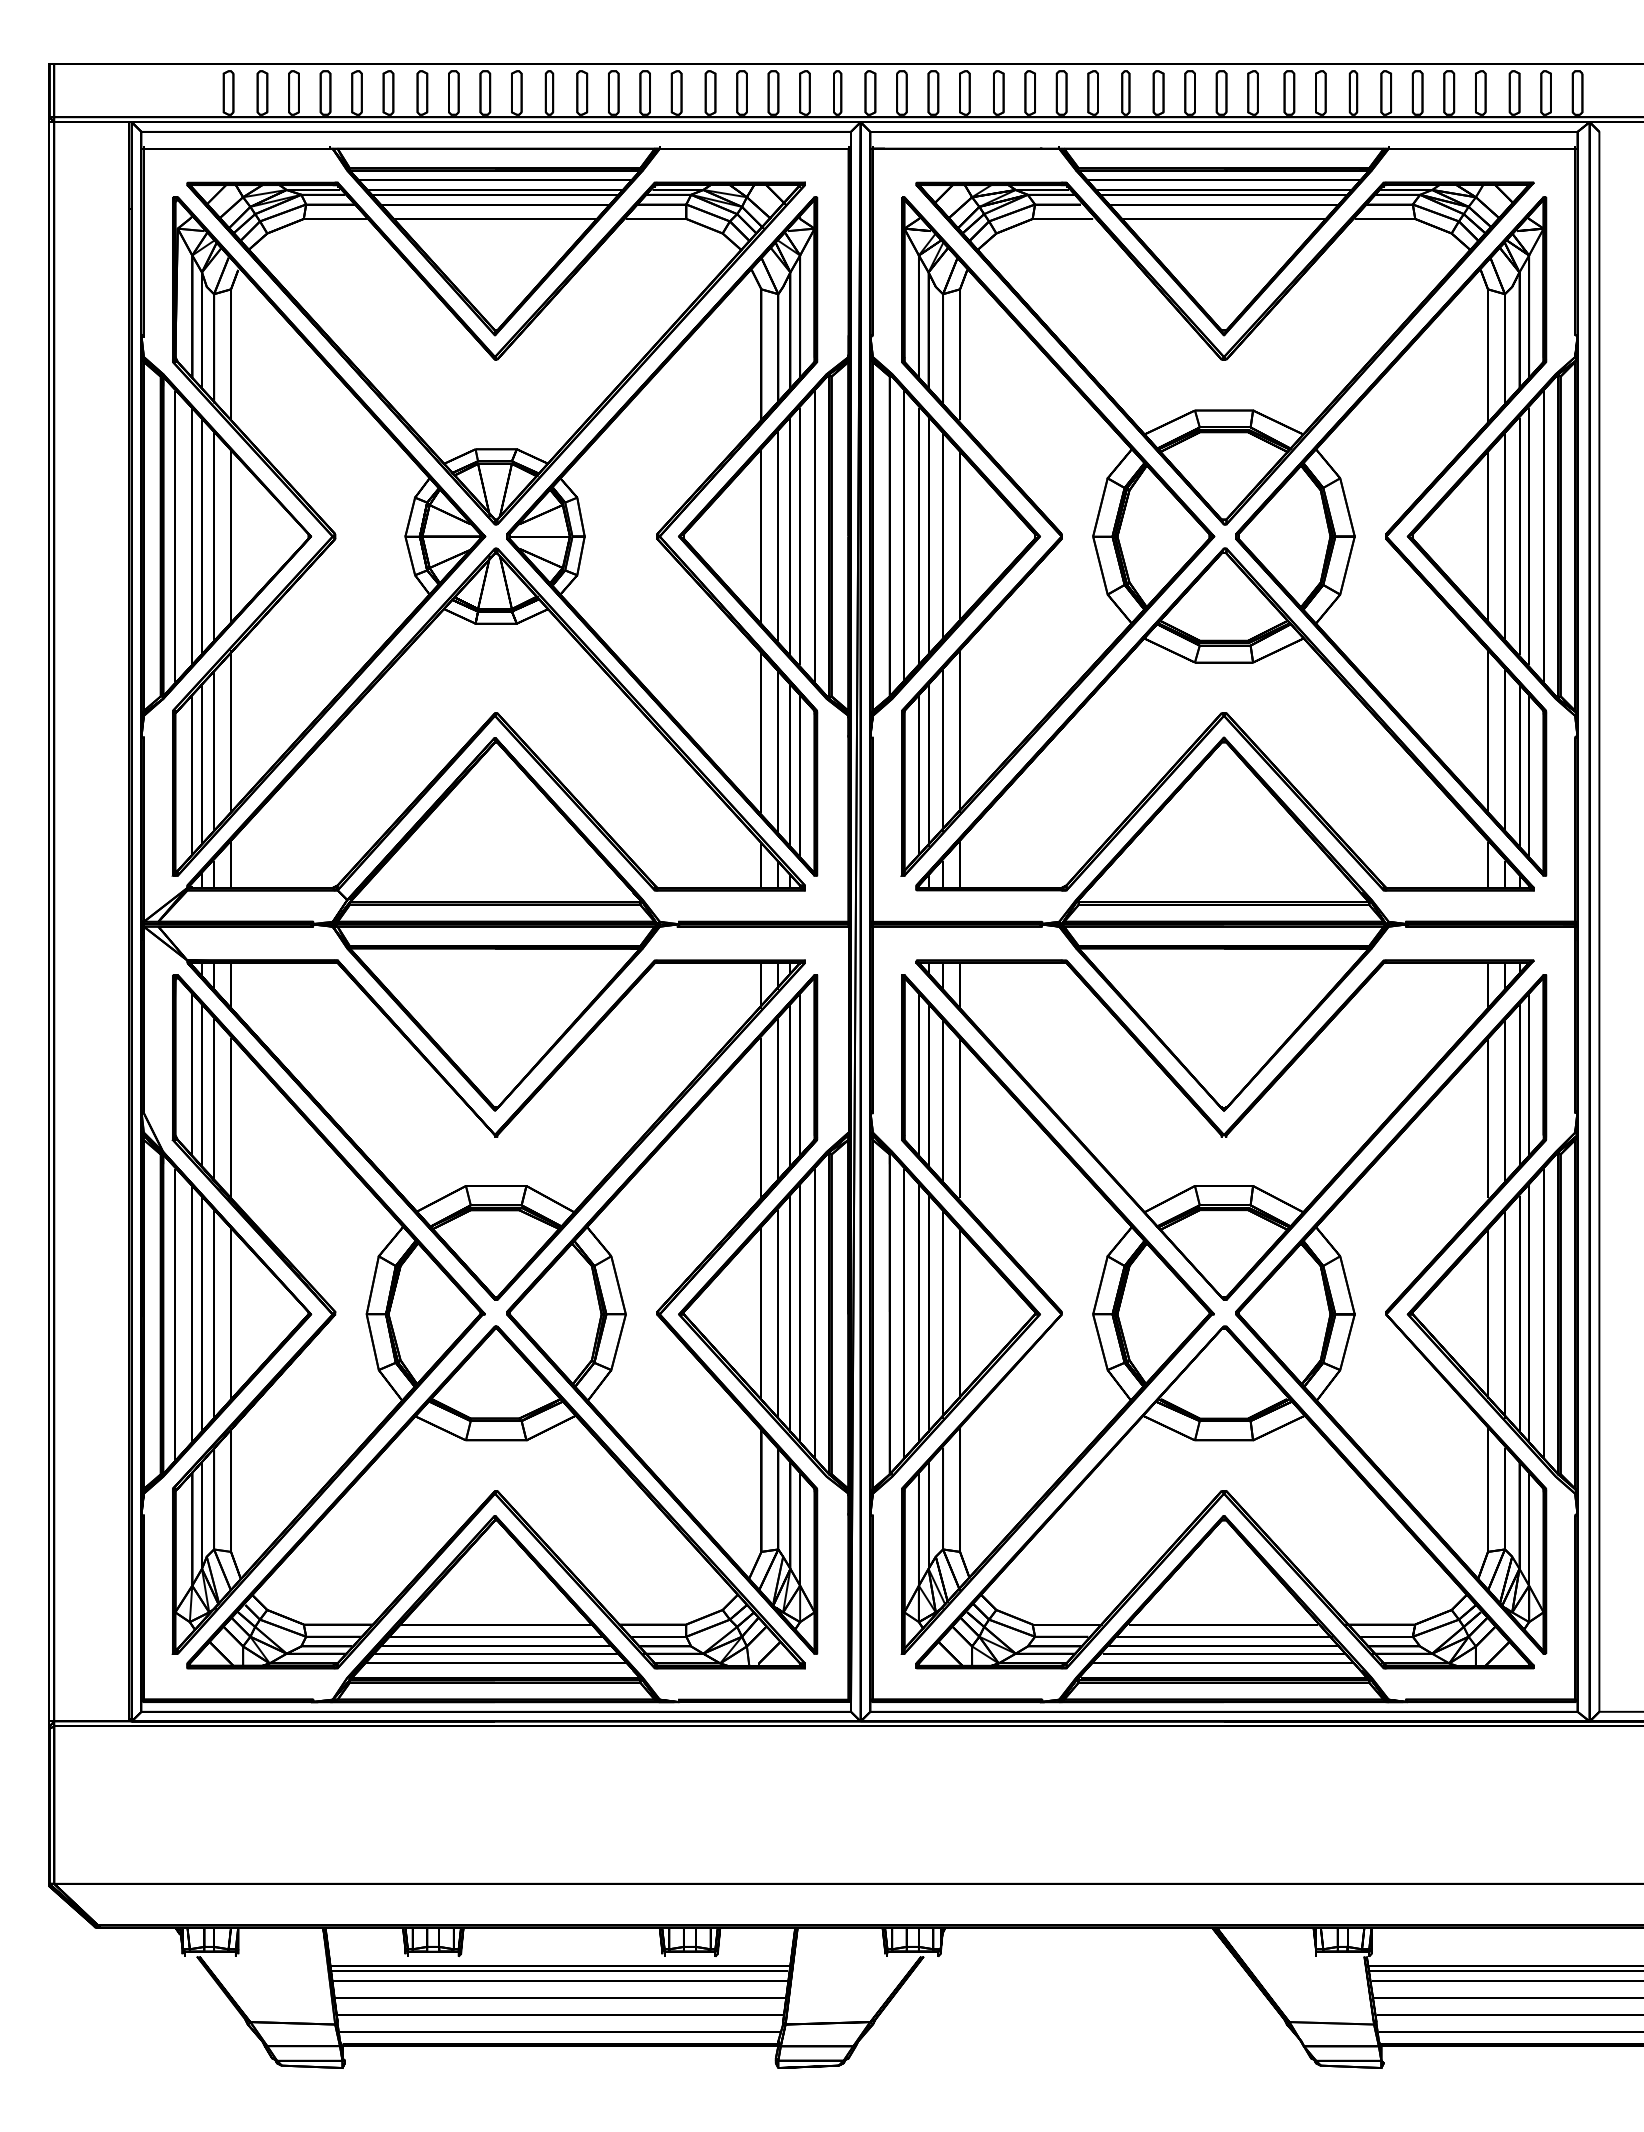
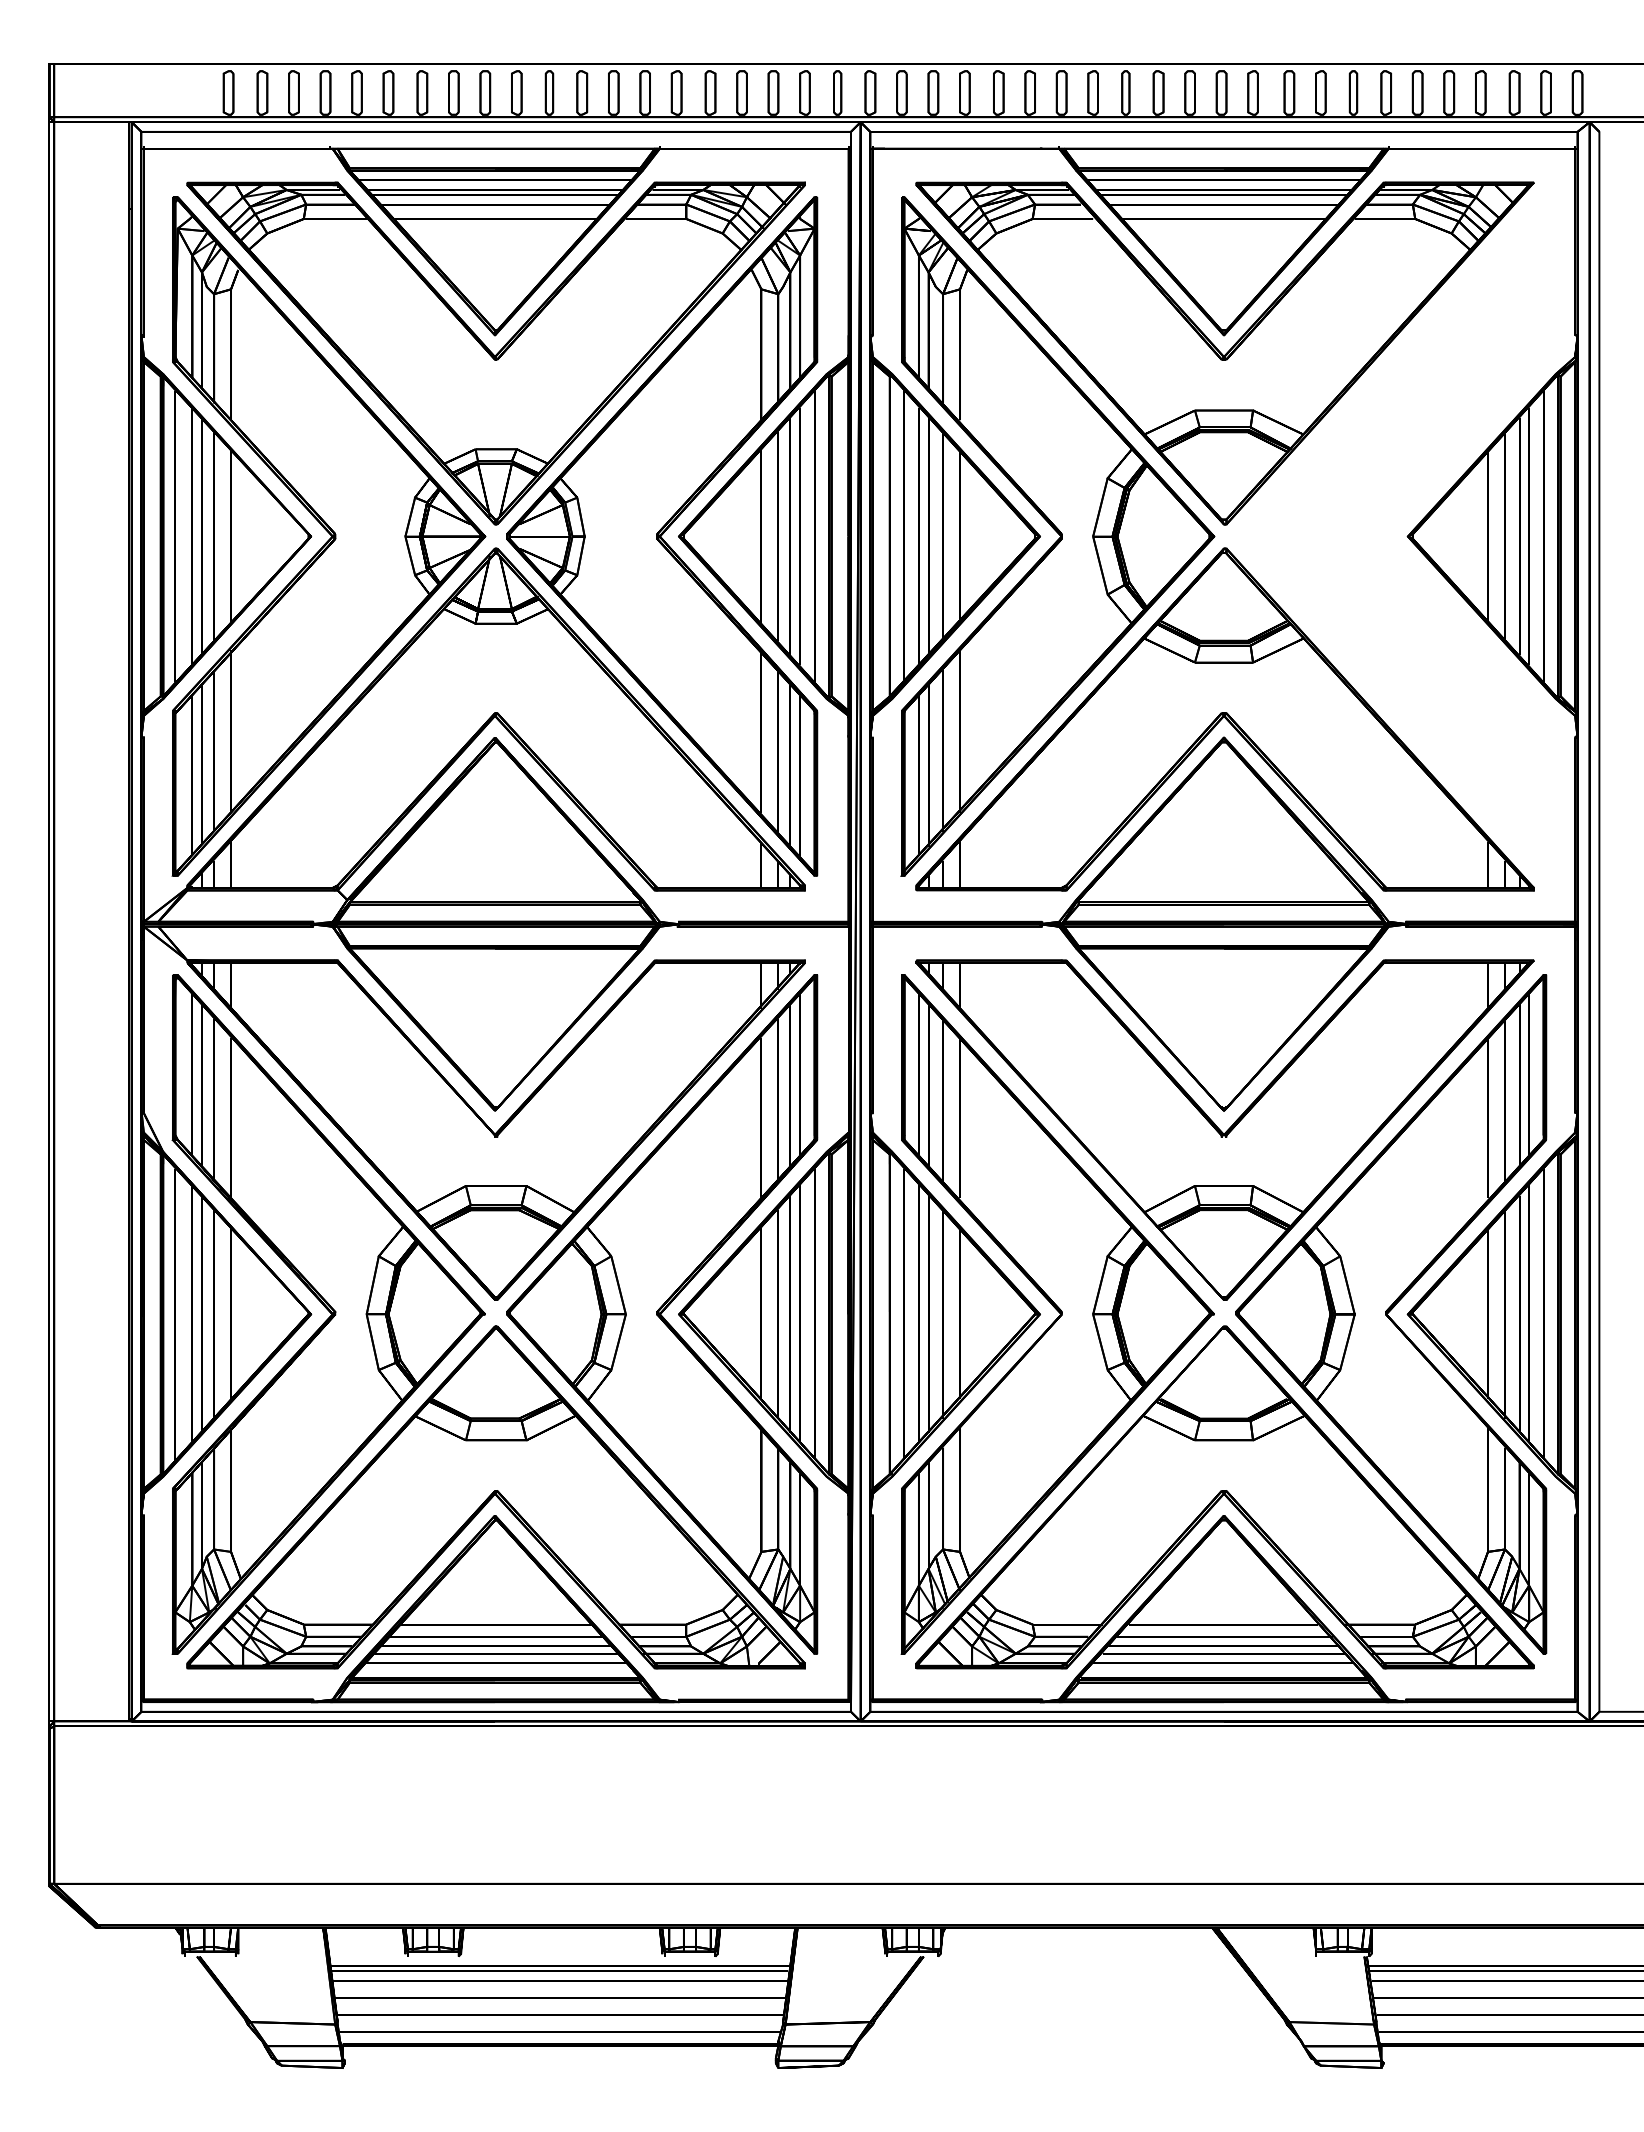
part at (1391, 536): present -> none
